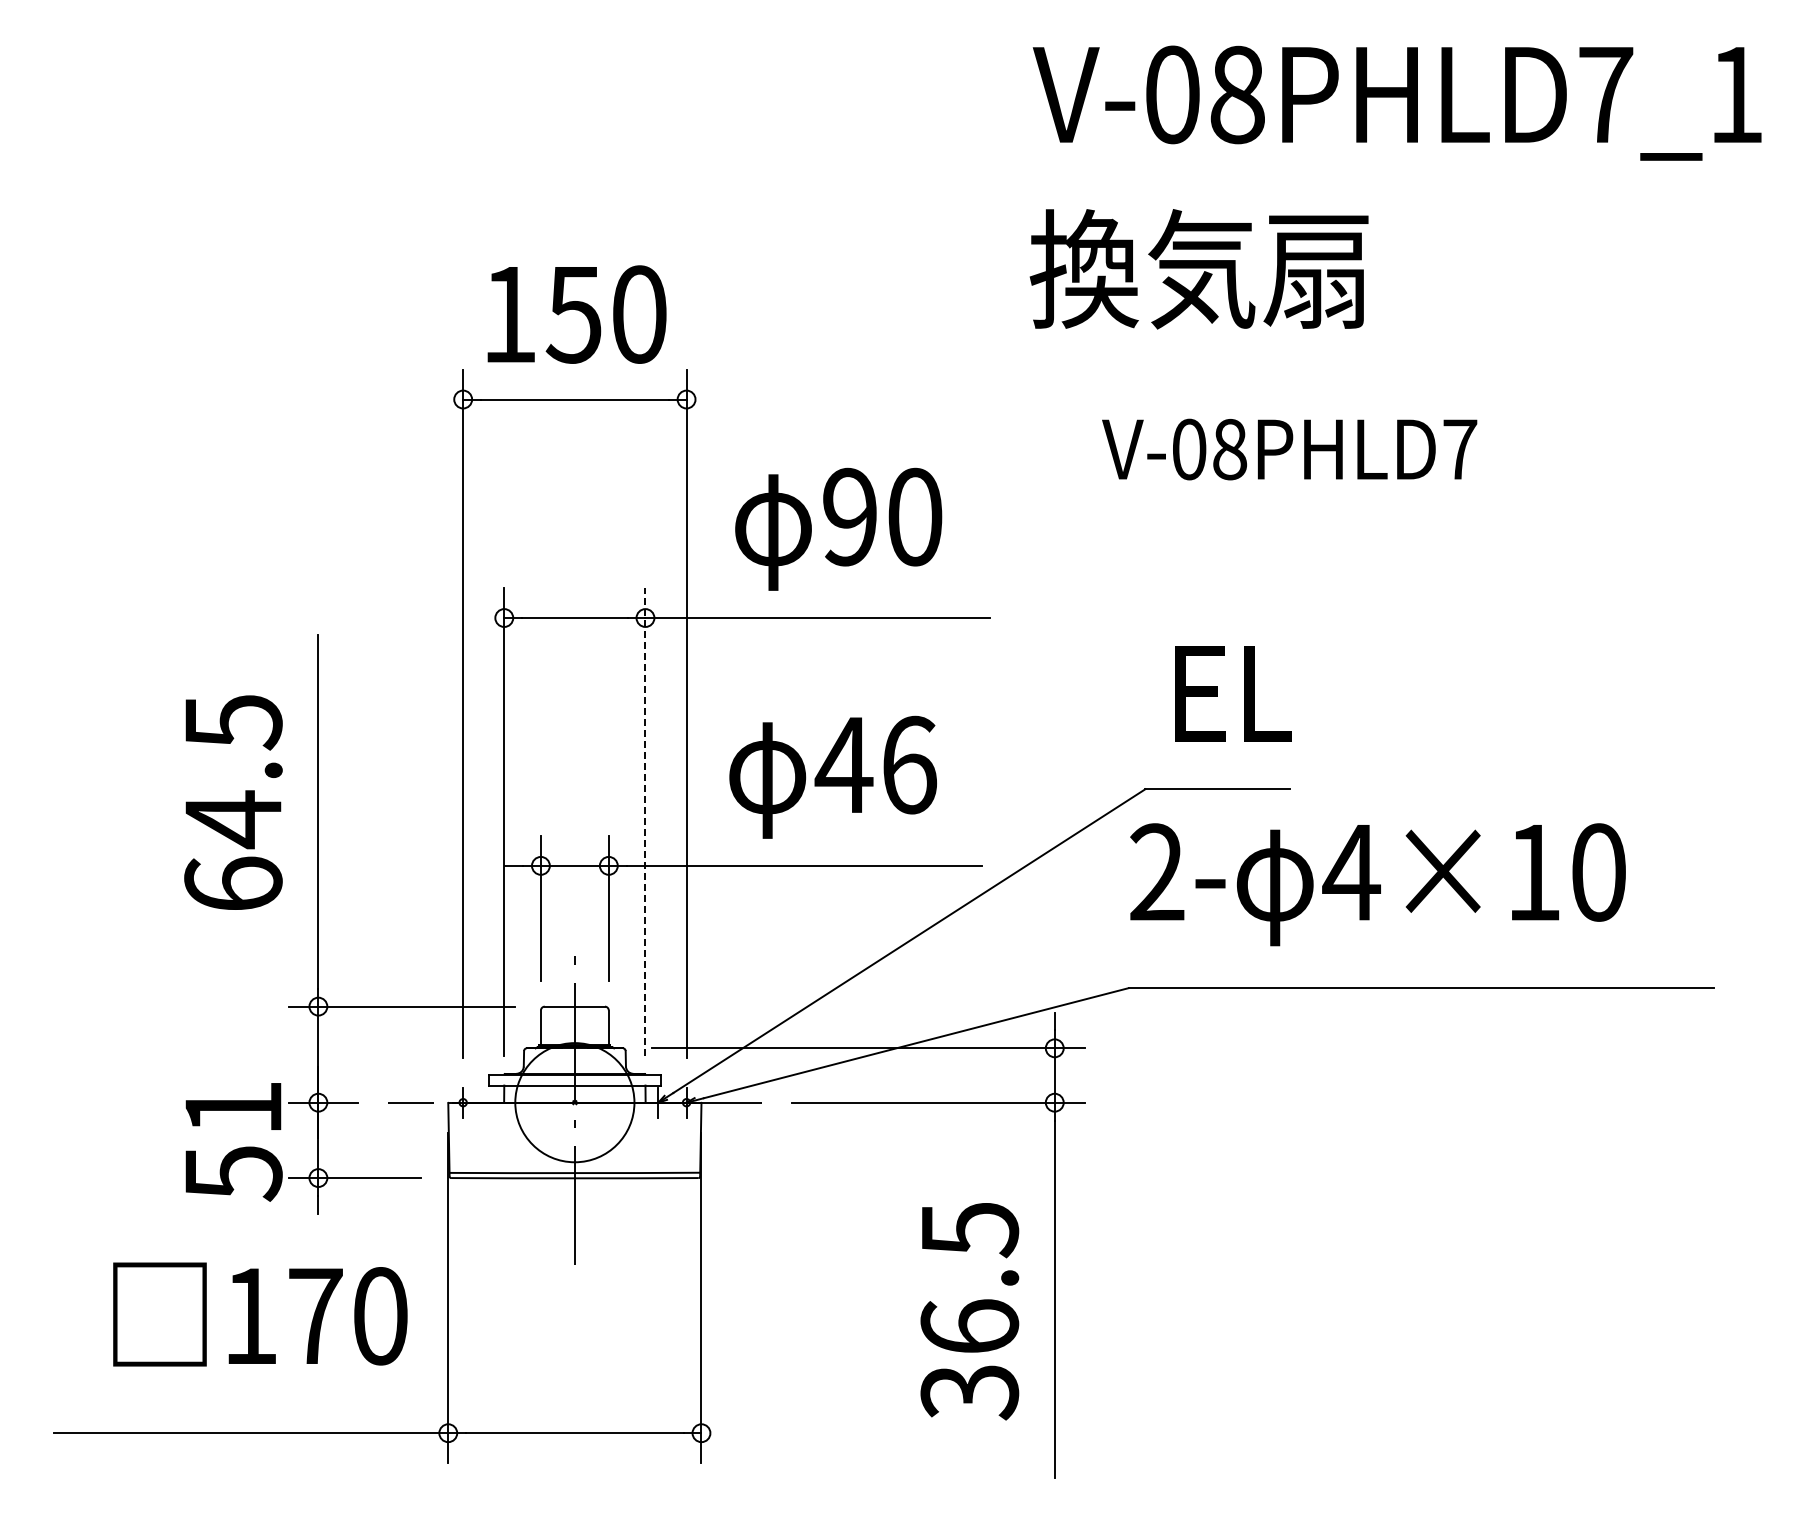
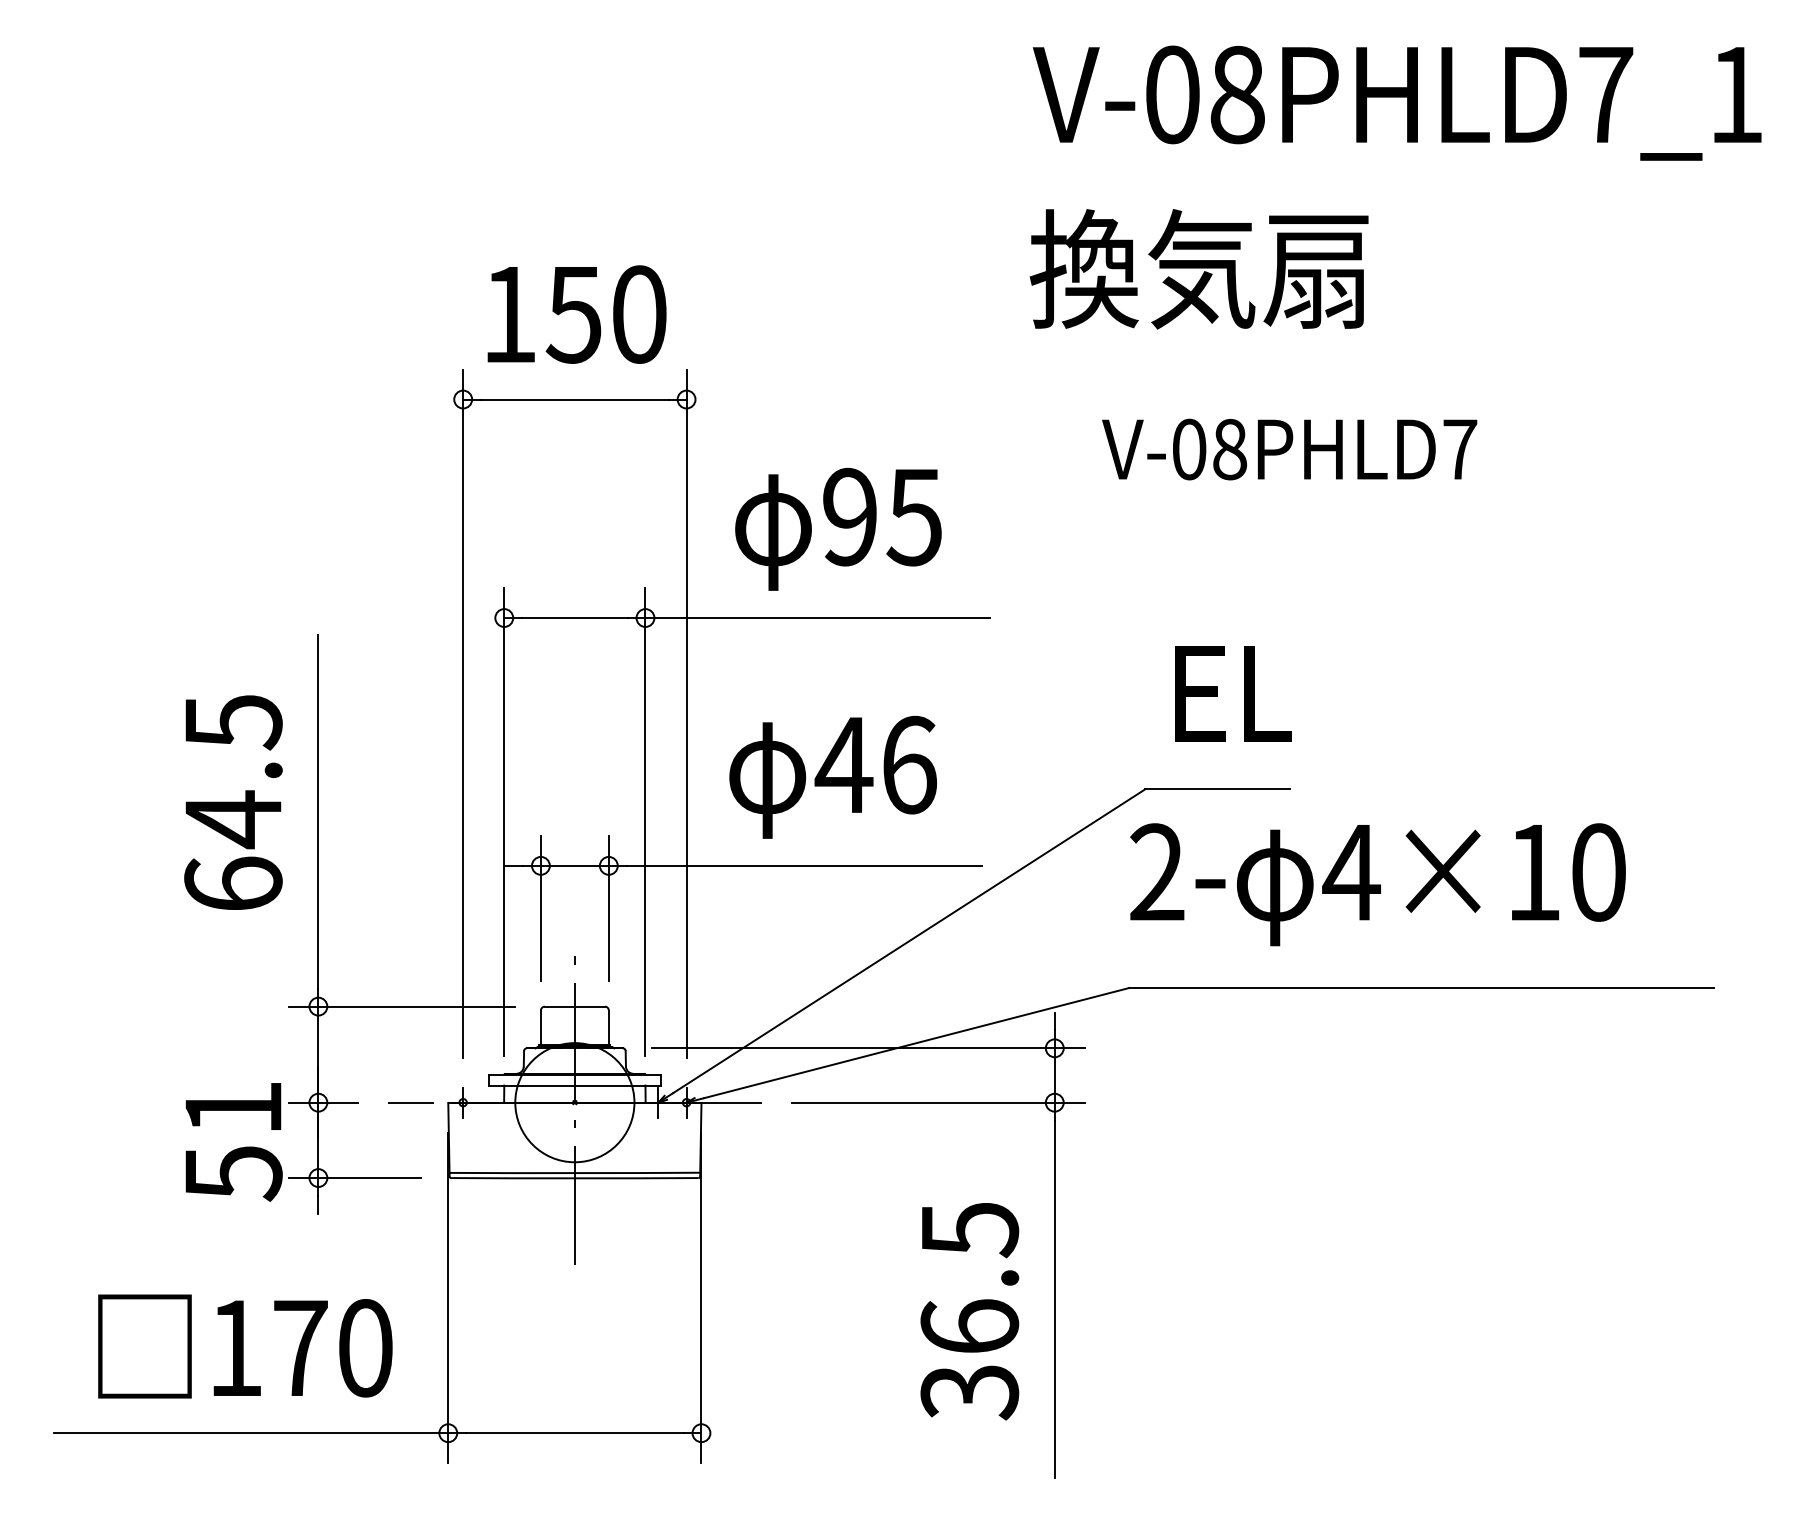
text at (914, 516): 90 -> 95
line at (645, 822): dashed -> solid
text at (260, 1314) position: (260, 1314) -> (245, 1346)
